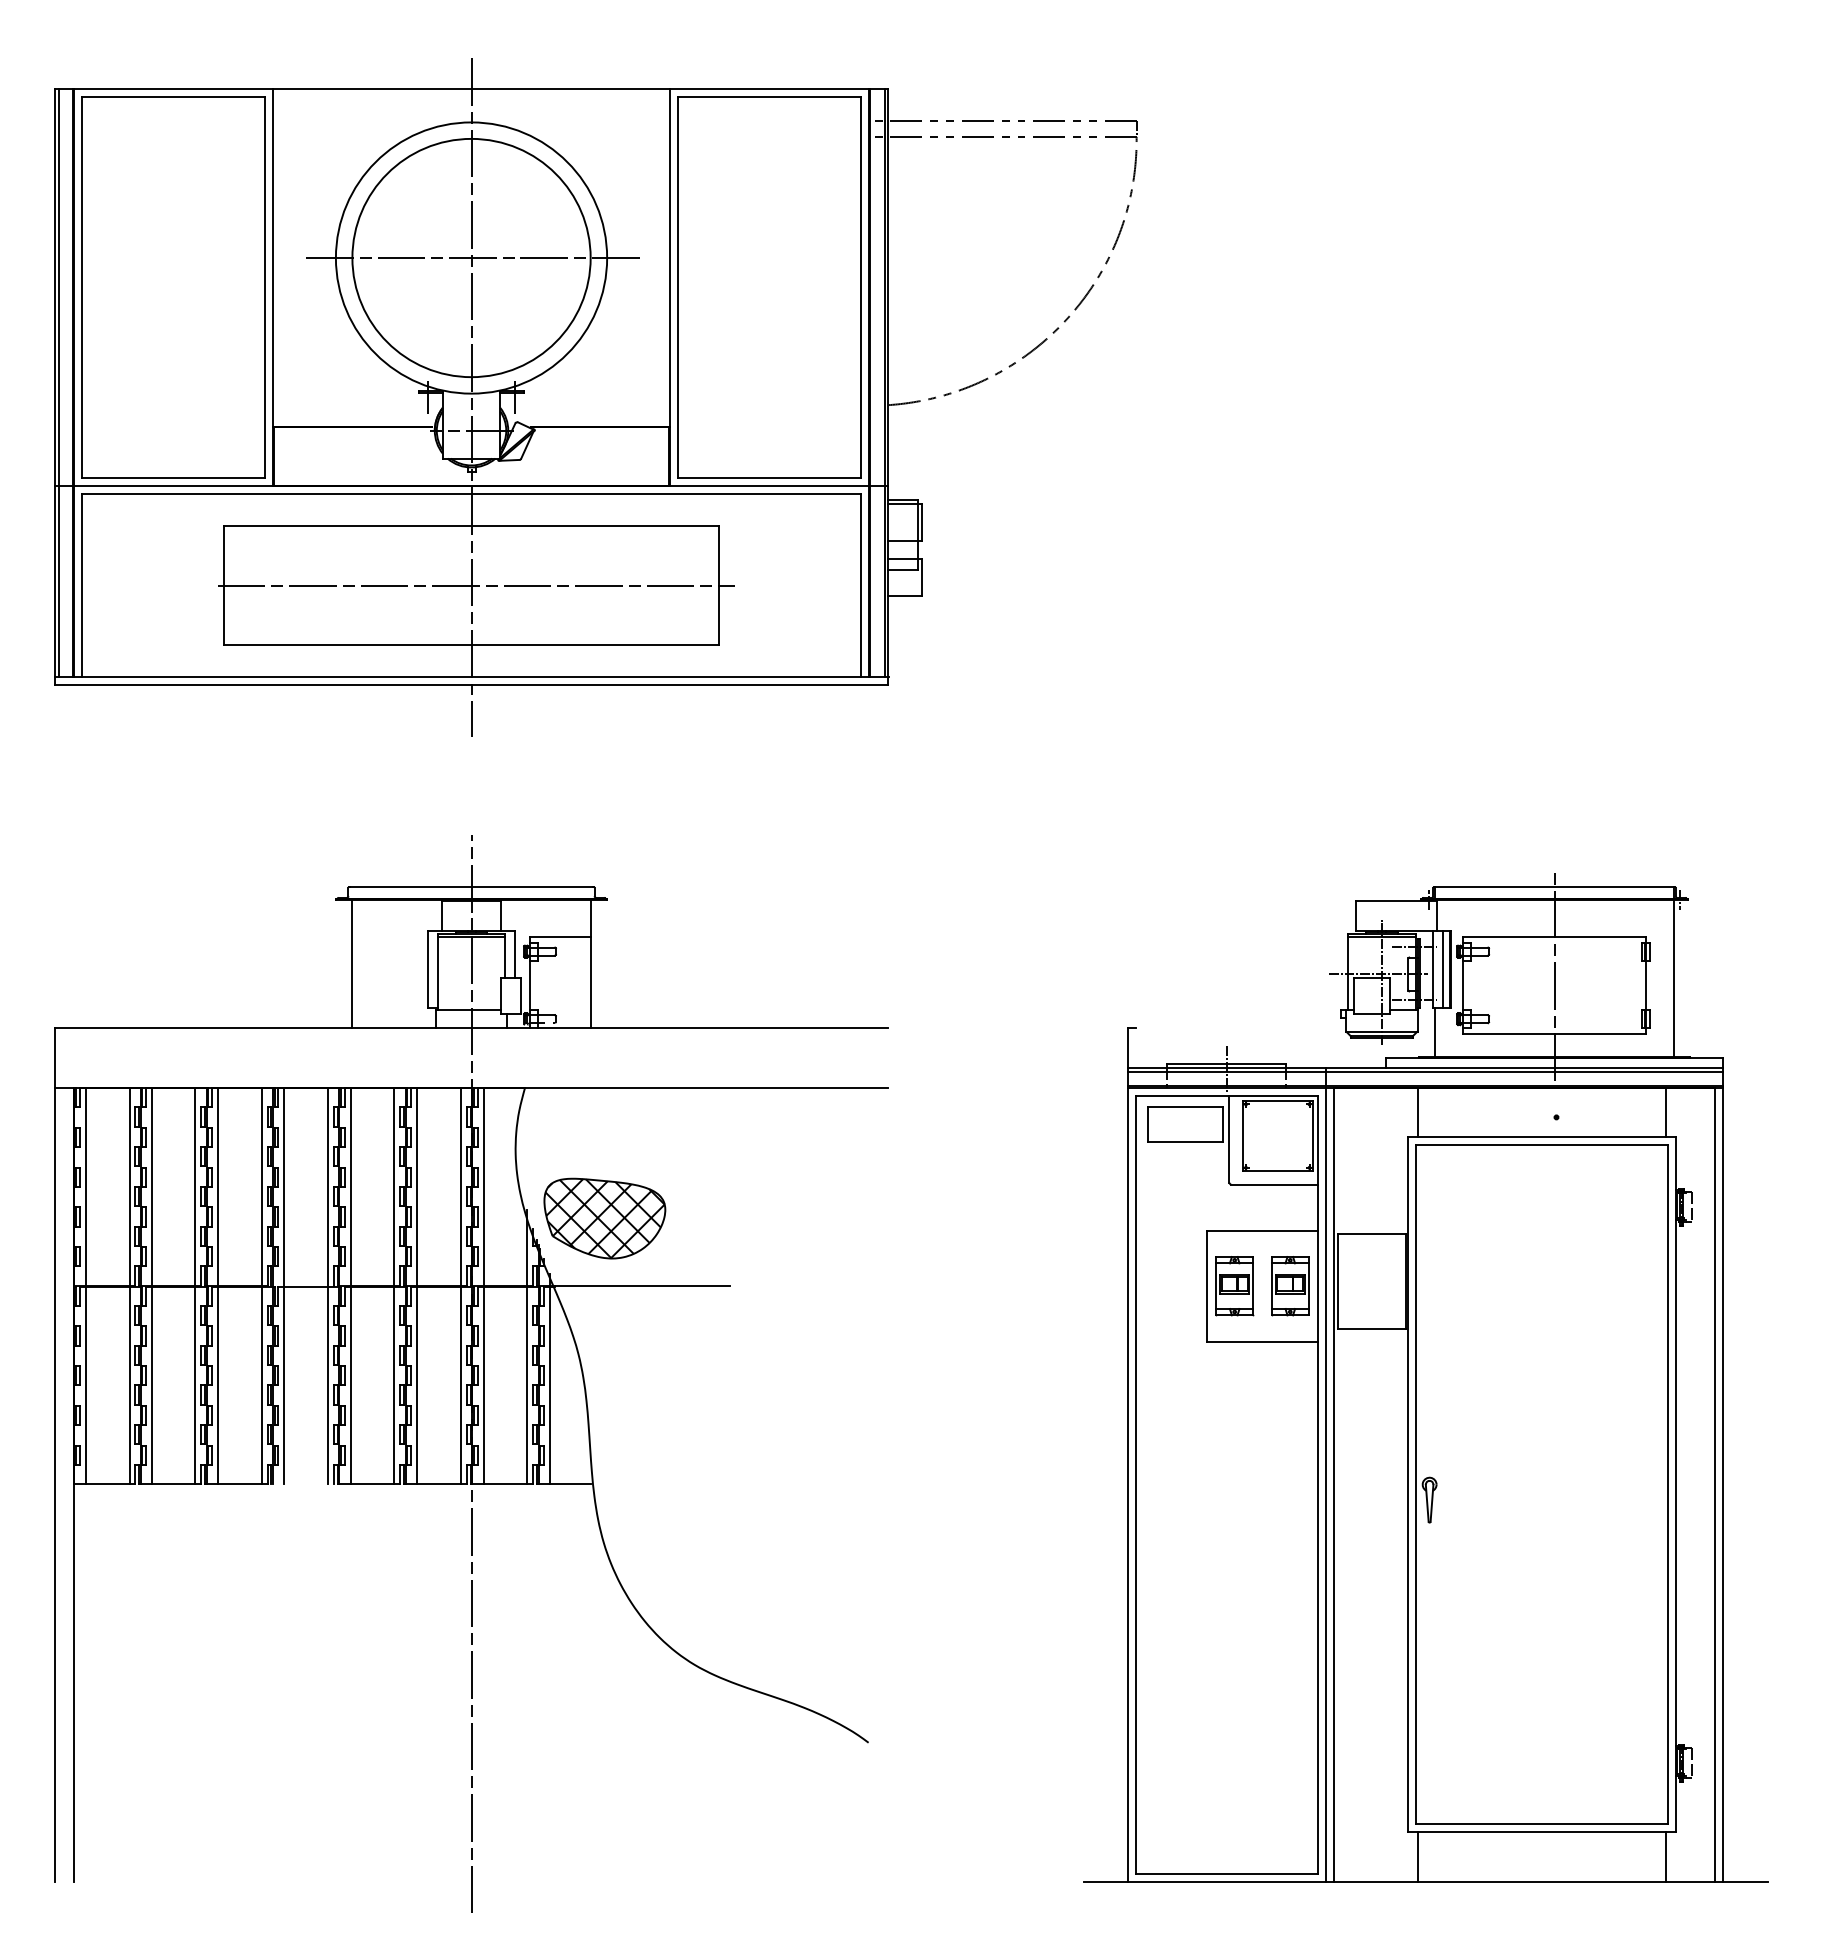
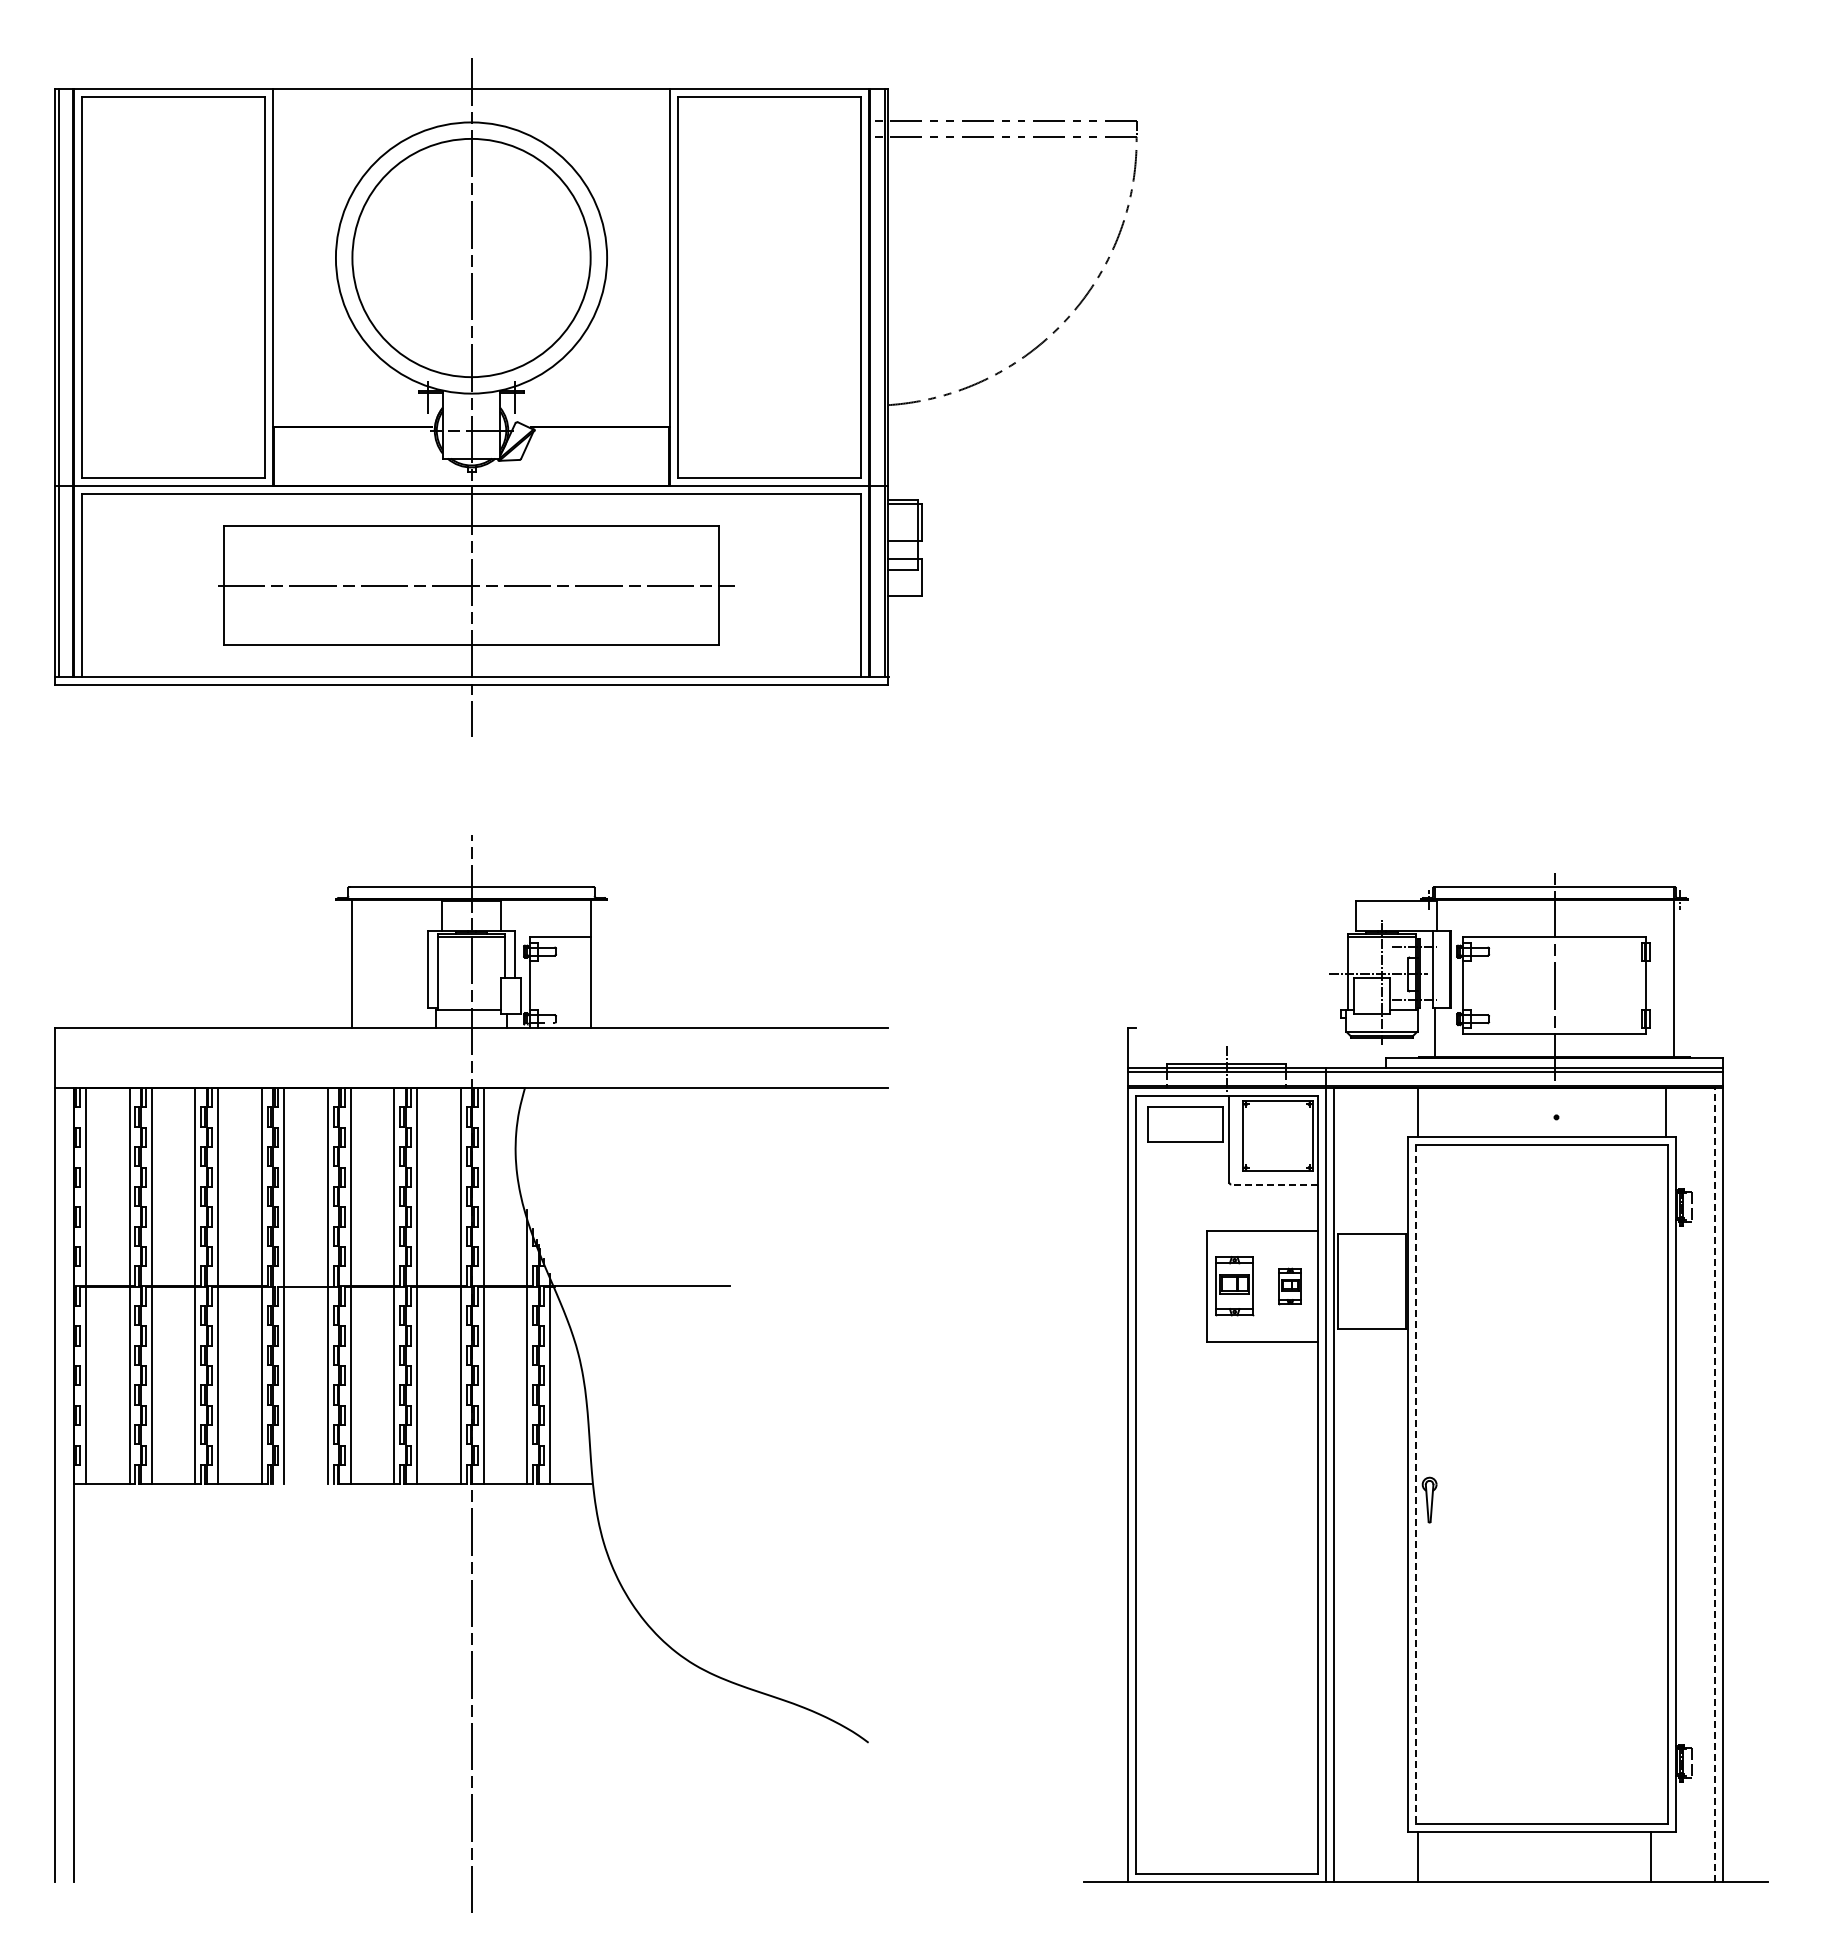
line at (475, 258): present -> none
line at (1443, 969): present -> none
line at (1274, 1184): solid -> dashed
part at (604, 1218): present -> none
part at (1290, 1286) size: 39x61 px -> 24x39 px
line at (1415, 1485): solid -> dashed
line at (1715, 1485): solid -> dashed
line at (1665, 1856) position: (1665, 1856) -> (1650, 1856)
